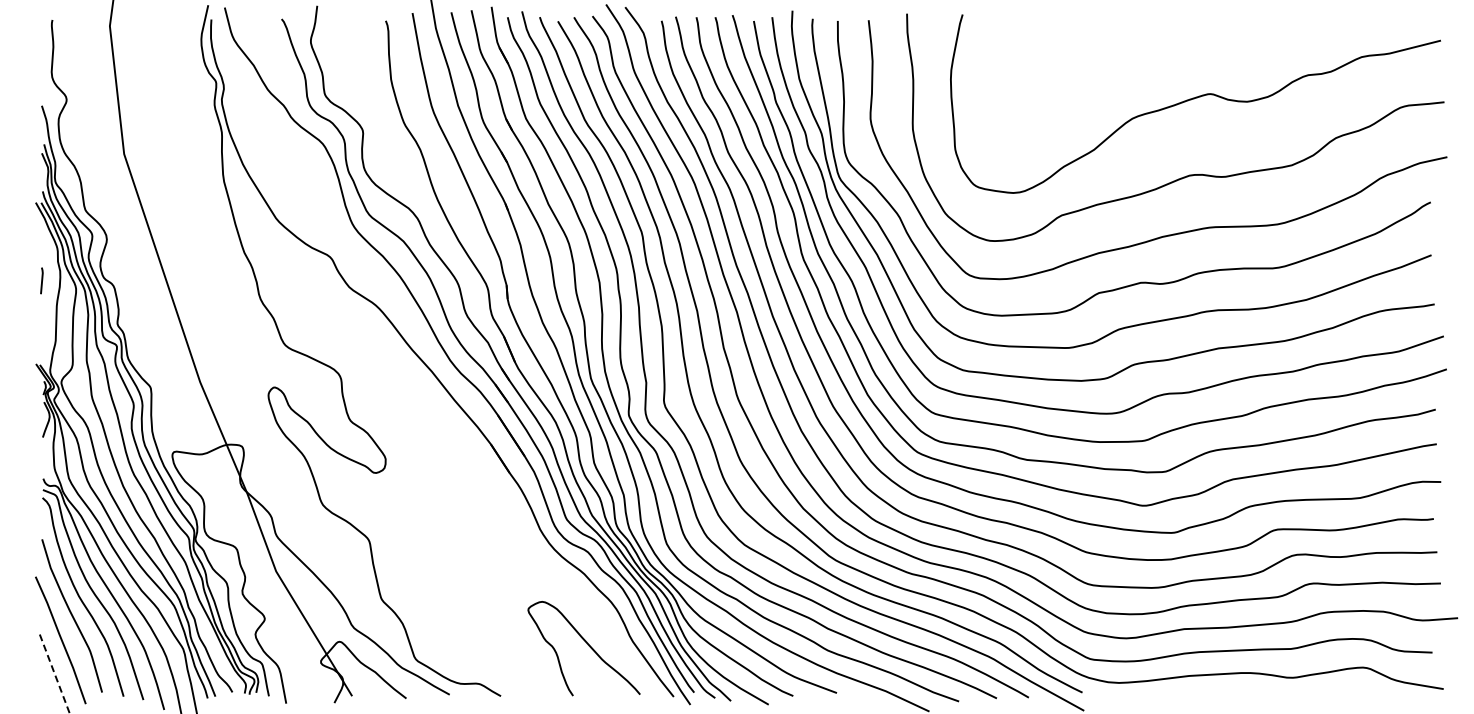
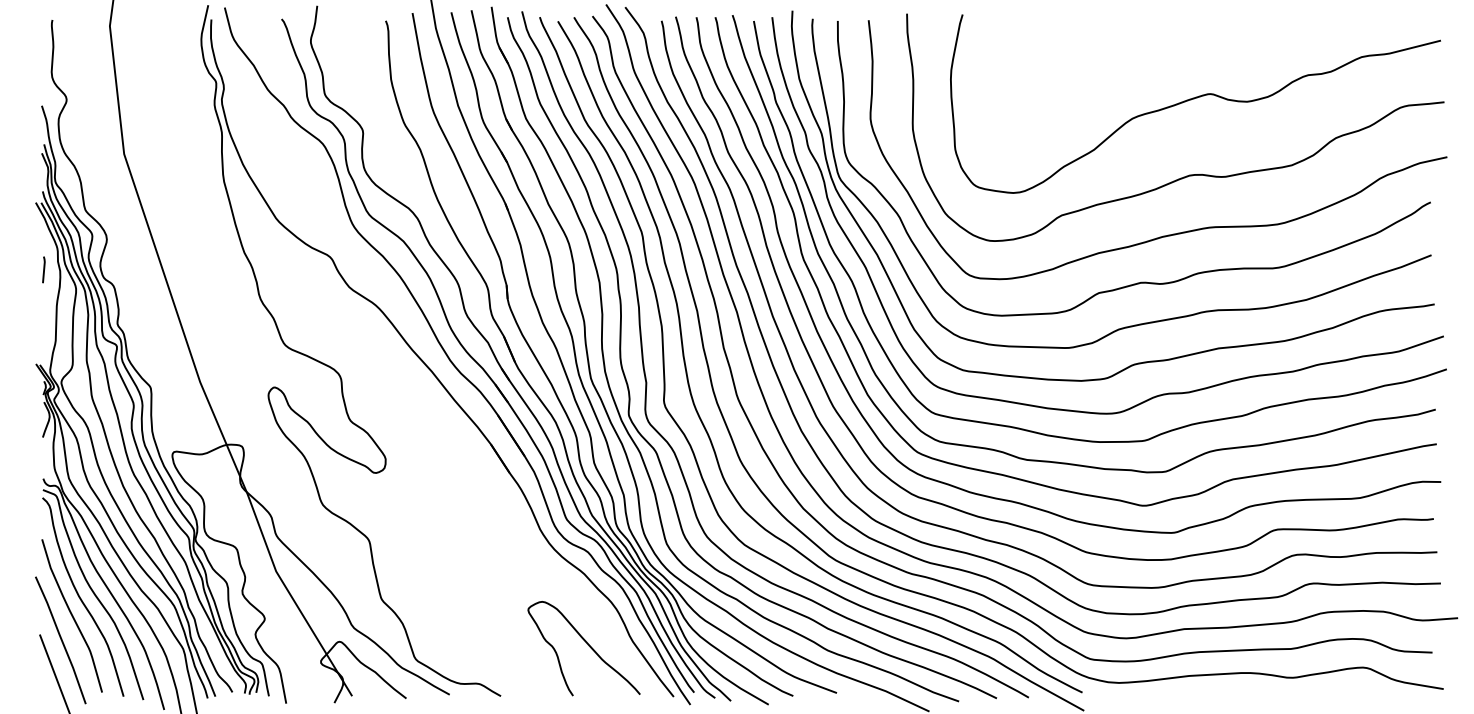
line at (41, 280) position: (41, 280) -> (43, 269)
line at (55, 674): dashed -> solid
